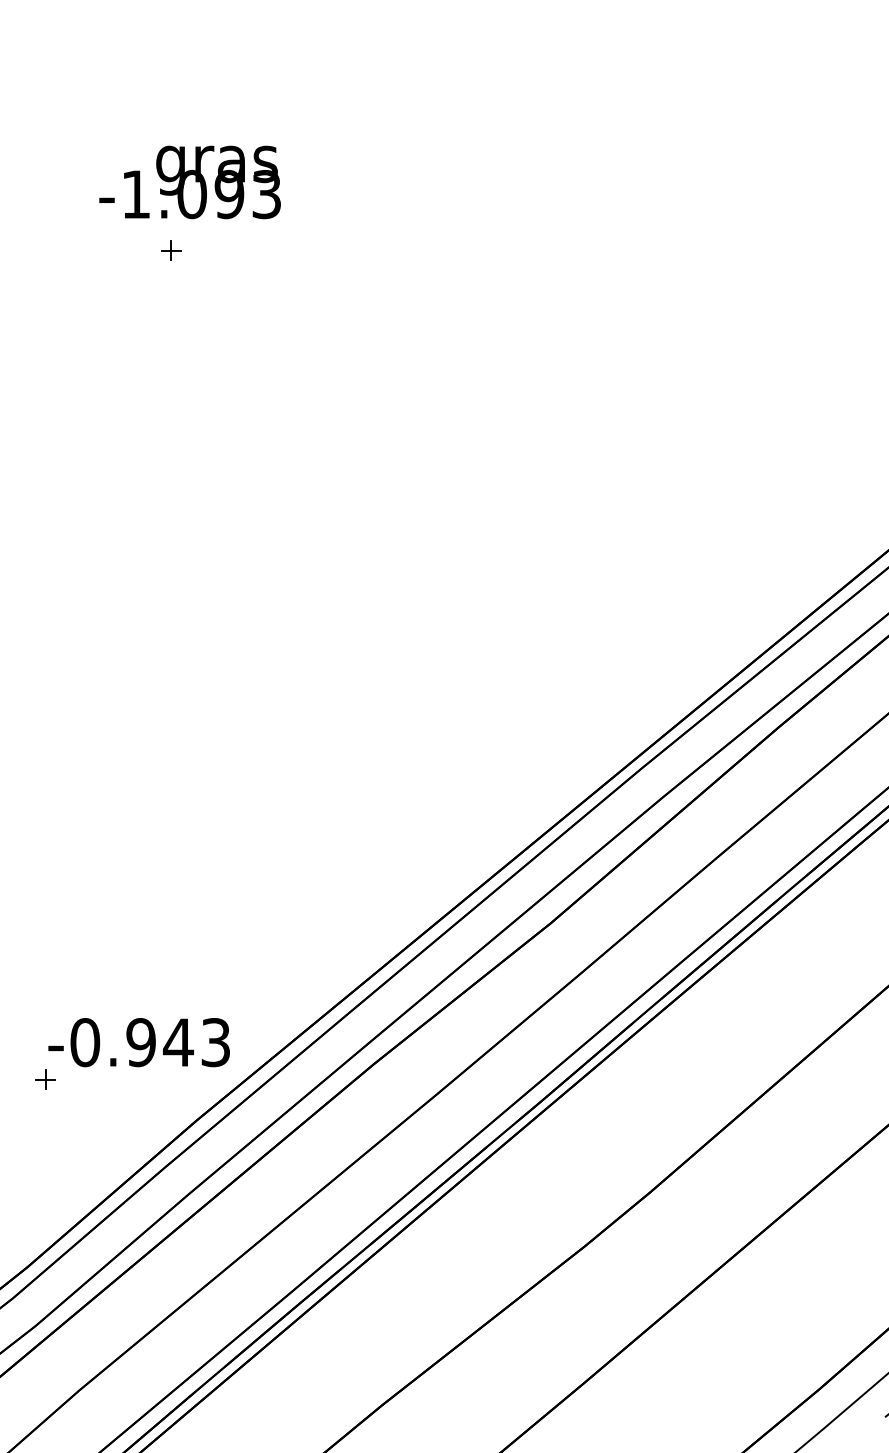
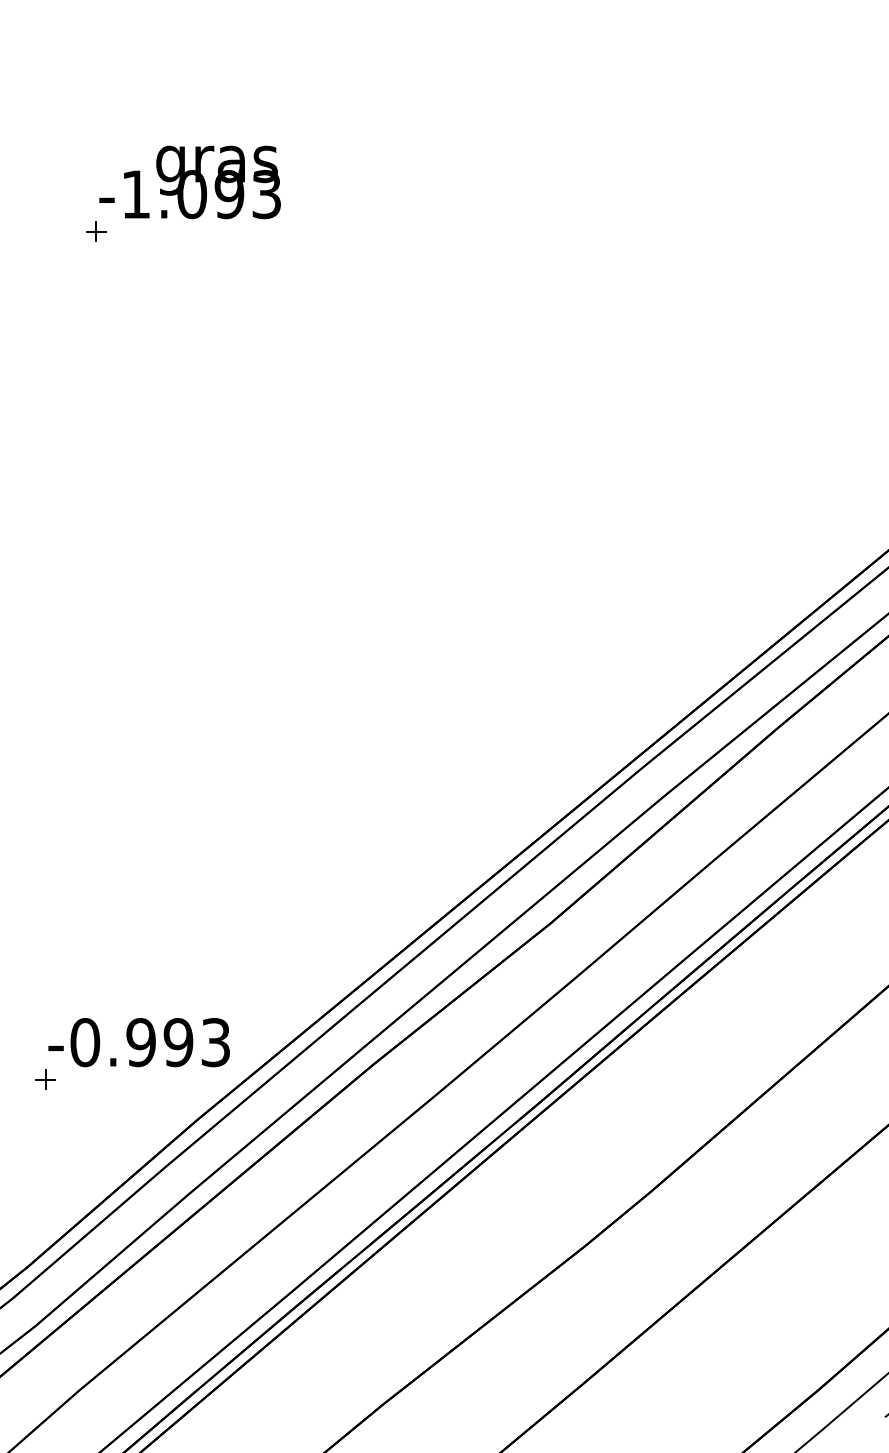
part at (171, 250) position: (171, 250) -> (96, 231)
text at (178, 1042): -0.943 -> -0.993
